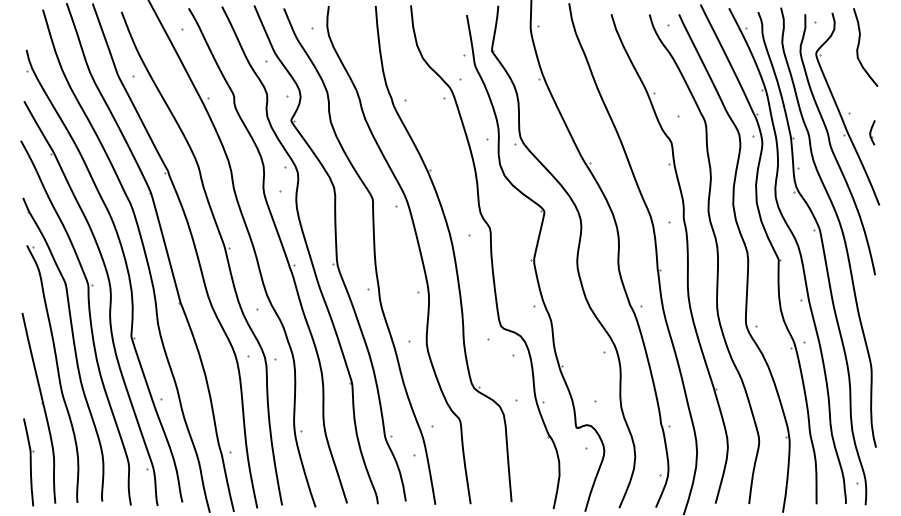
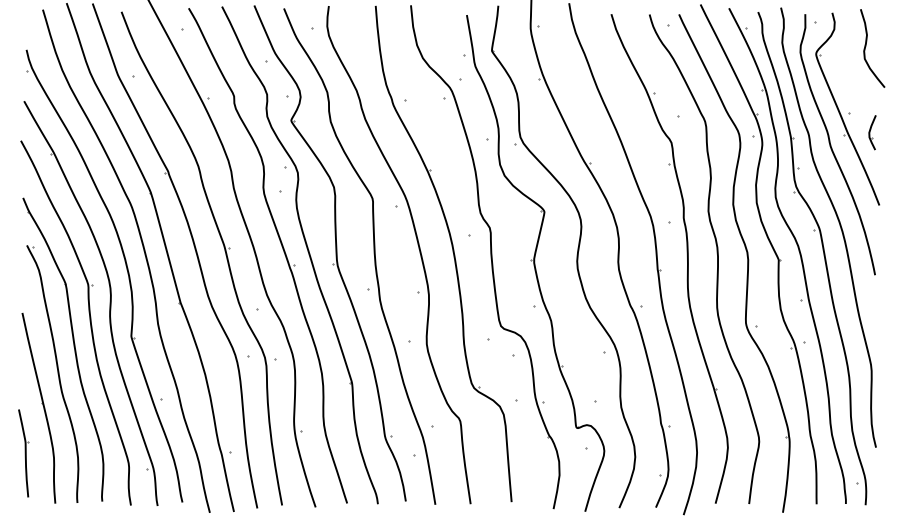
curve at (859, 45) position: (859, 45) -> (866, 46)
part at (872, 132) size: 7x26 px -> 9x36 px
part at (28, 462) position: (28, 462) -> (23, 453)
